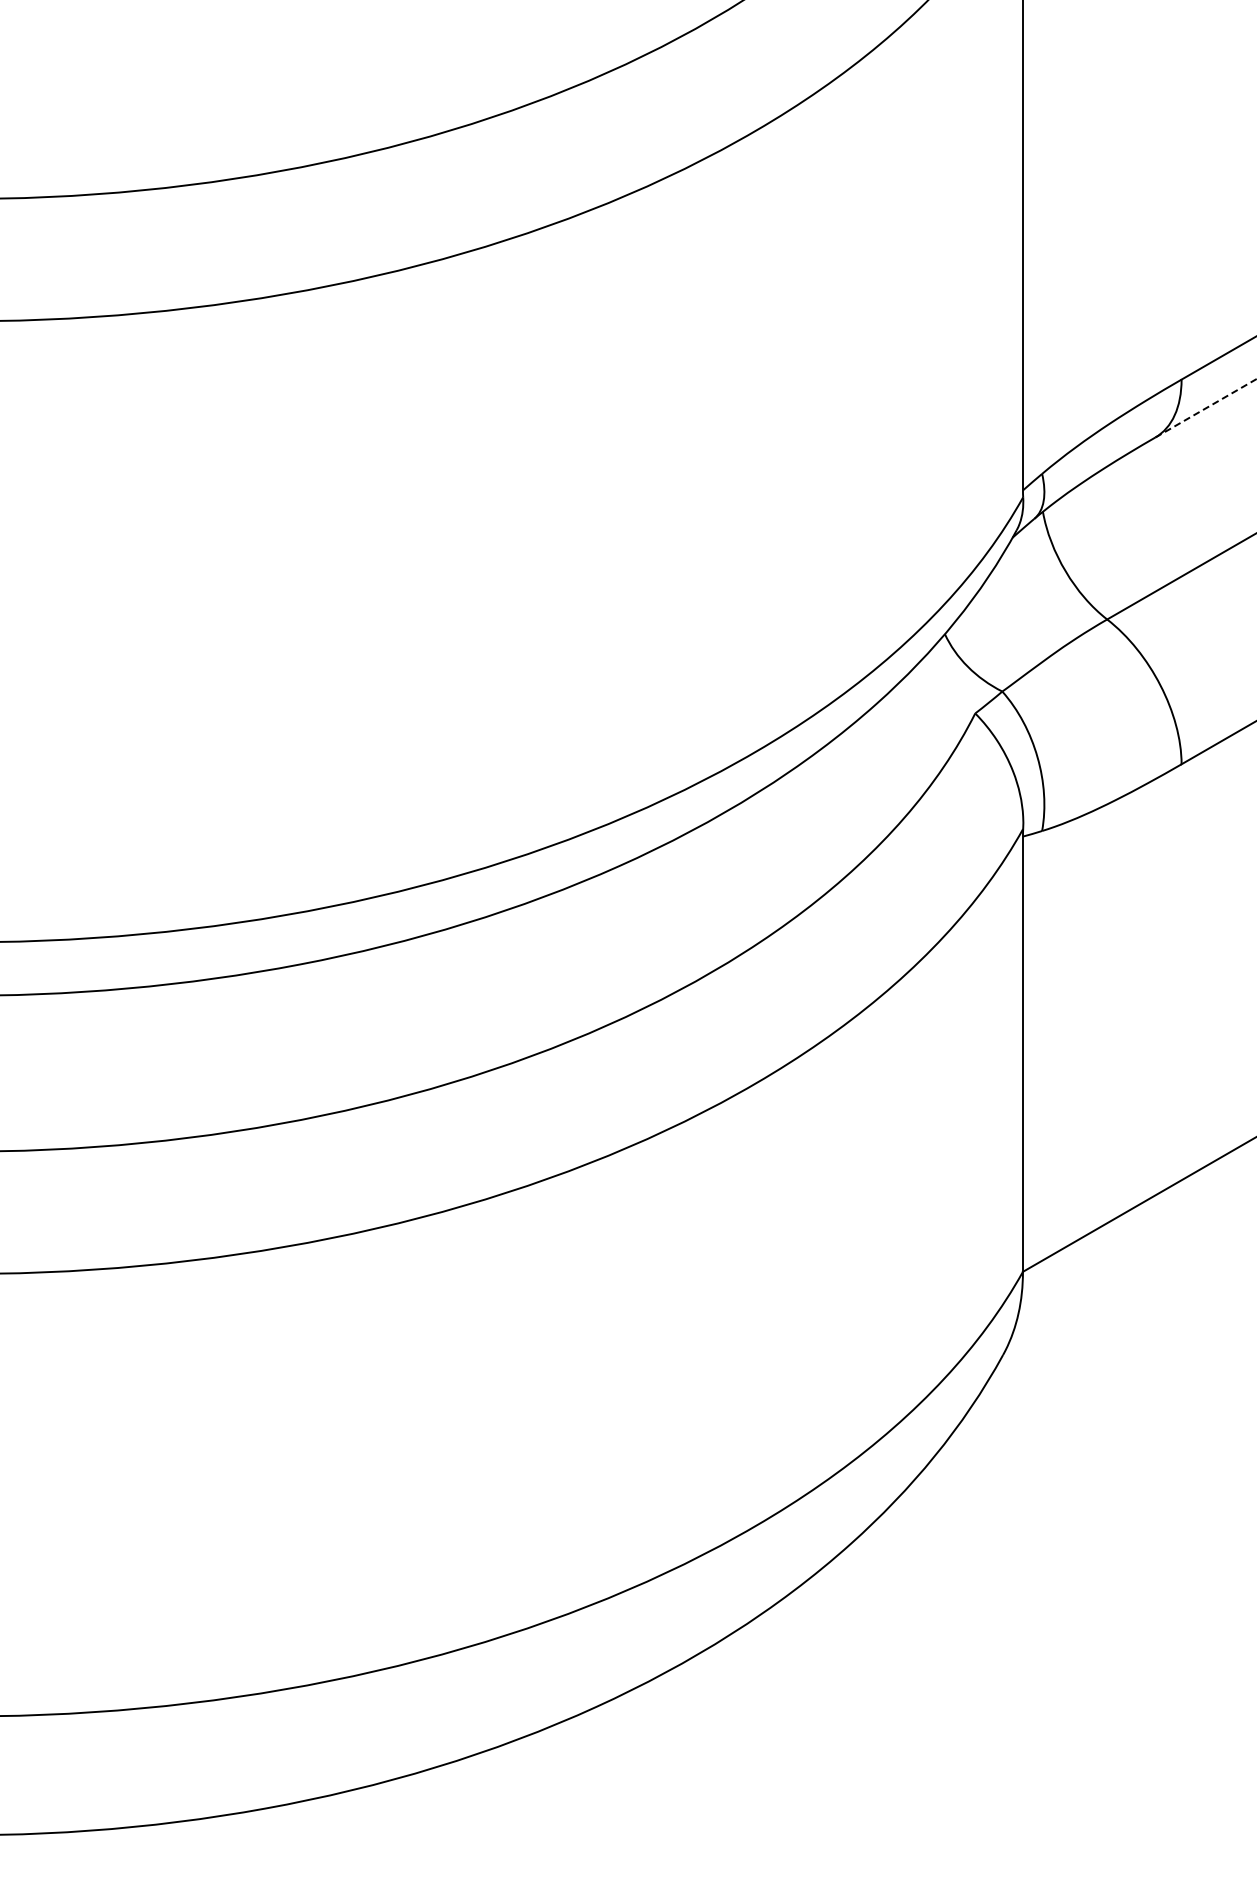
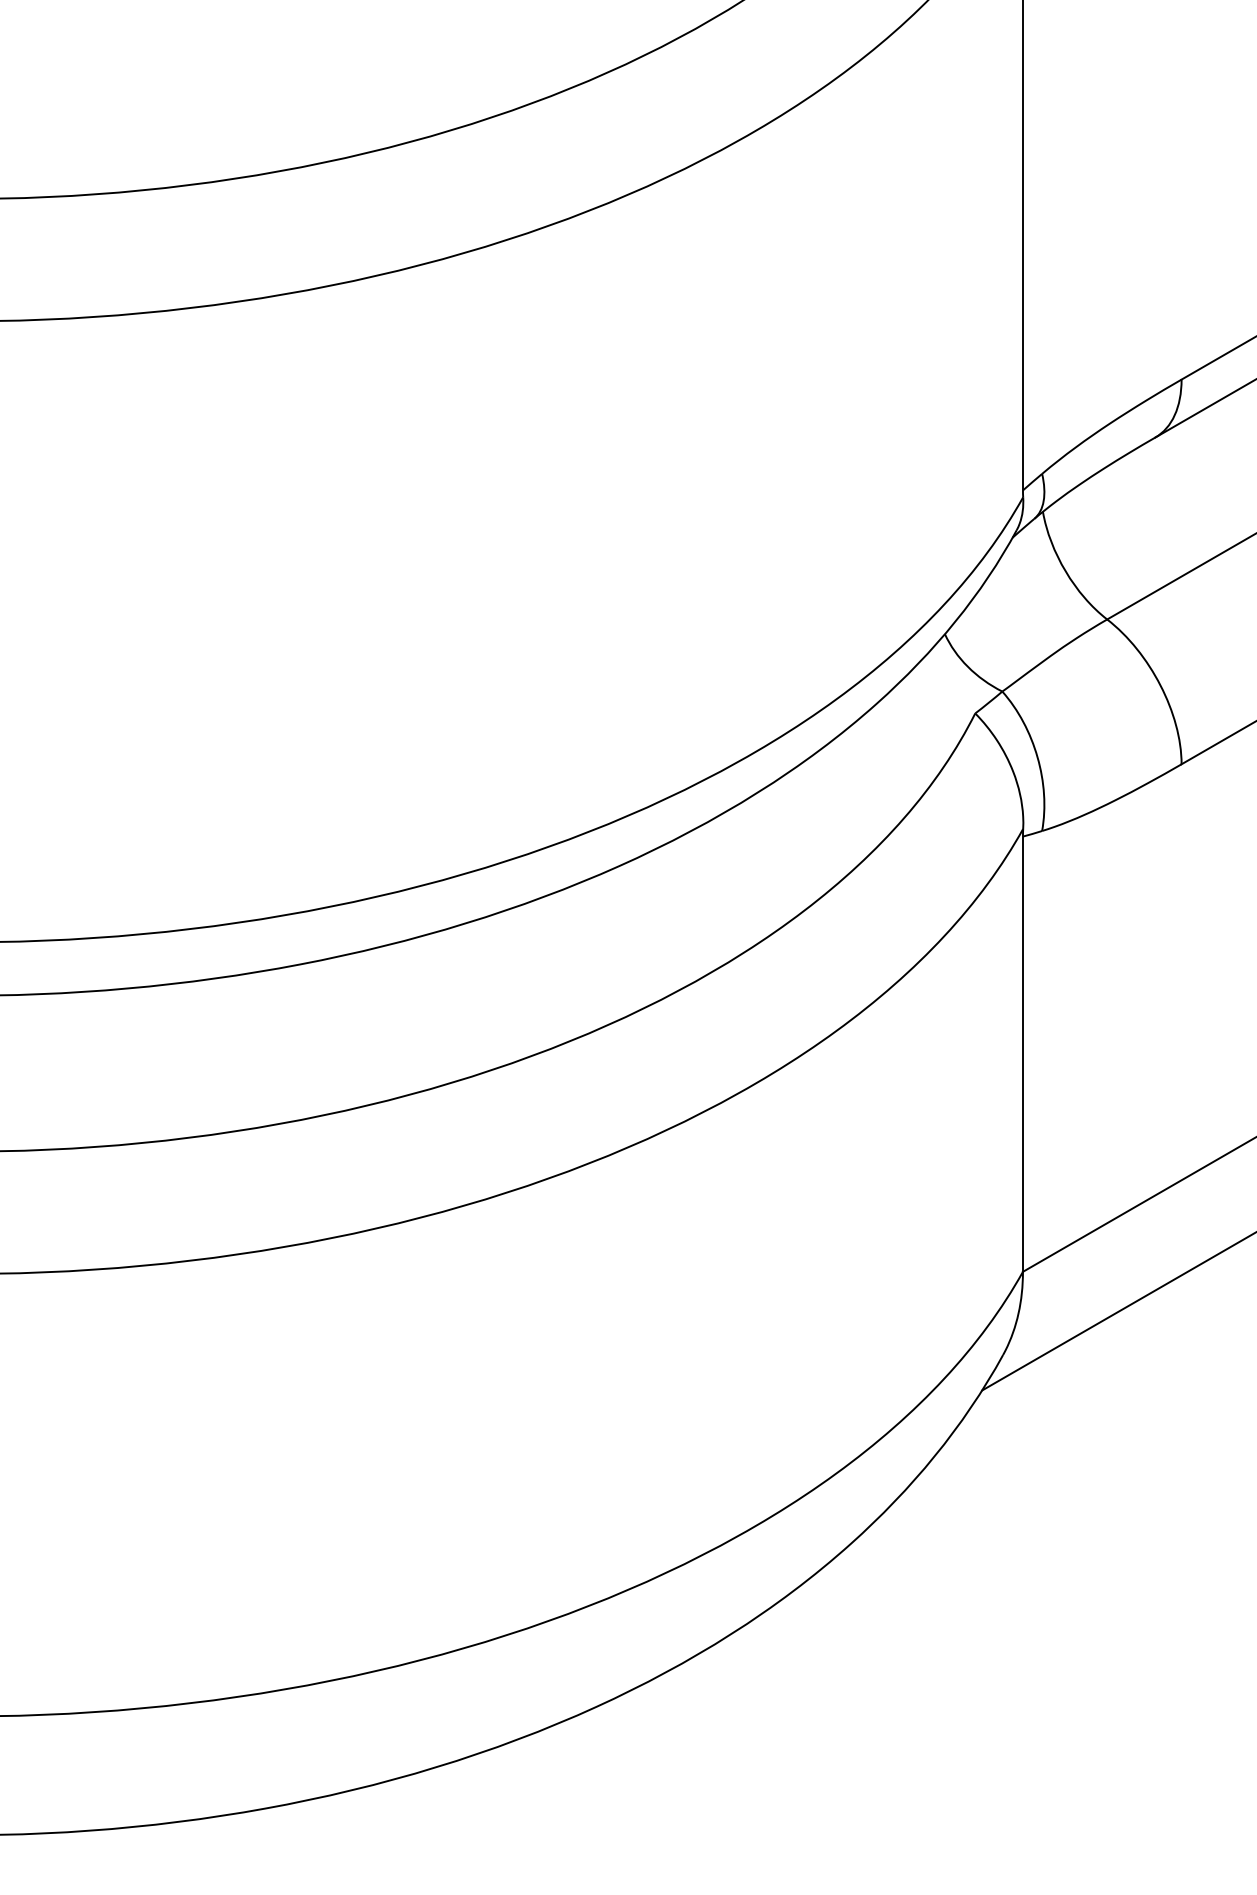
line at (1206, 408): dashed -> solid
line at (1117, 1311): none -> present
